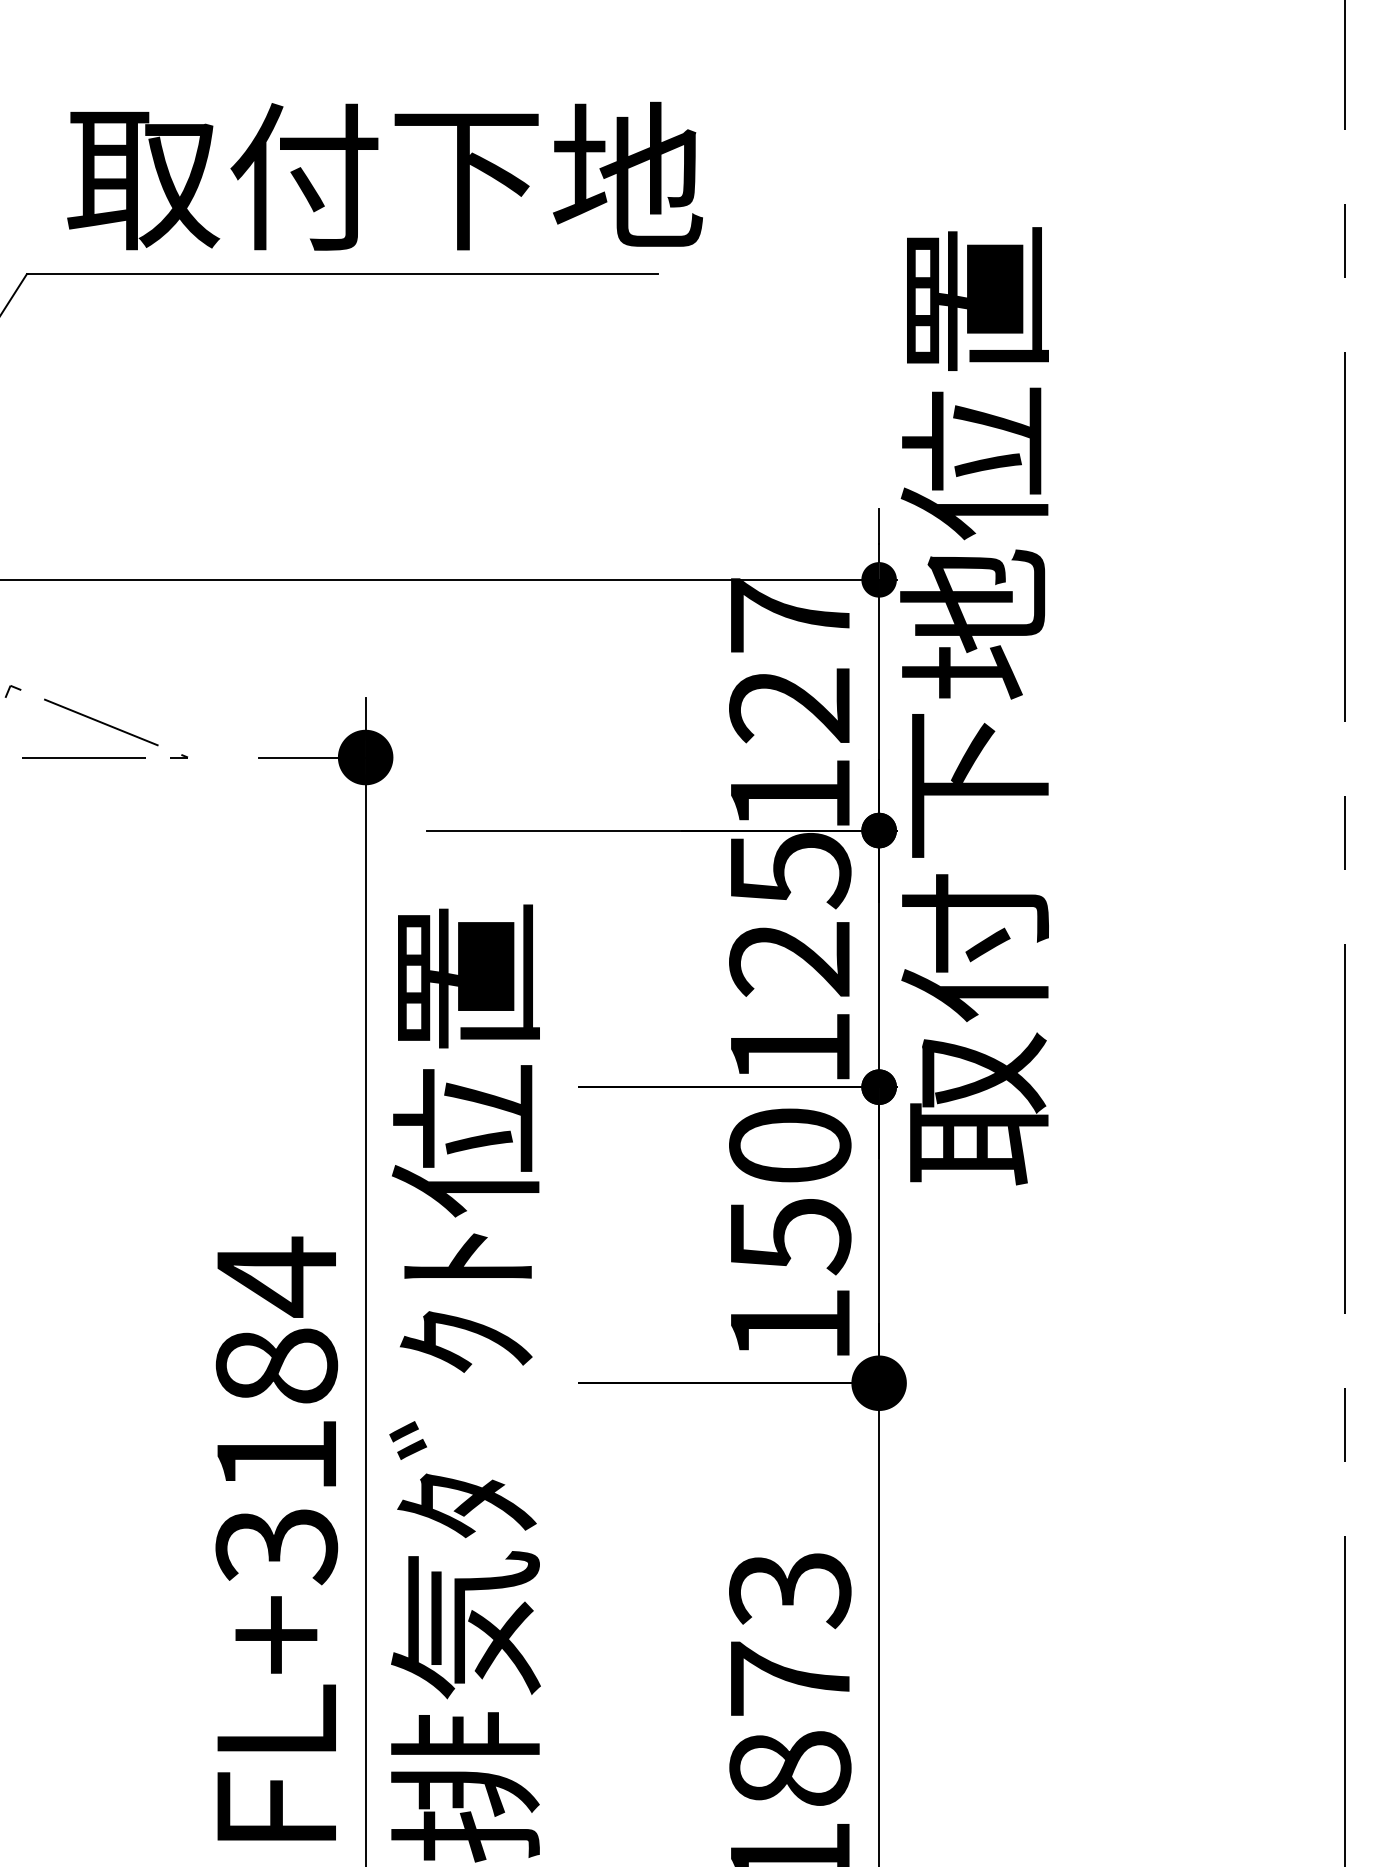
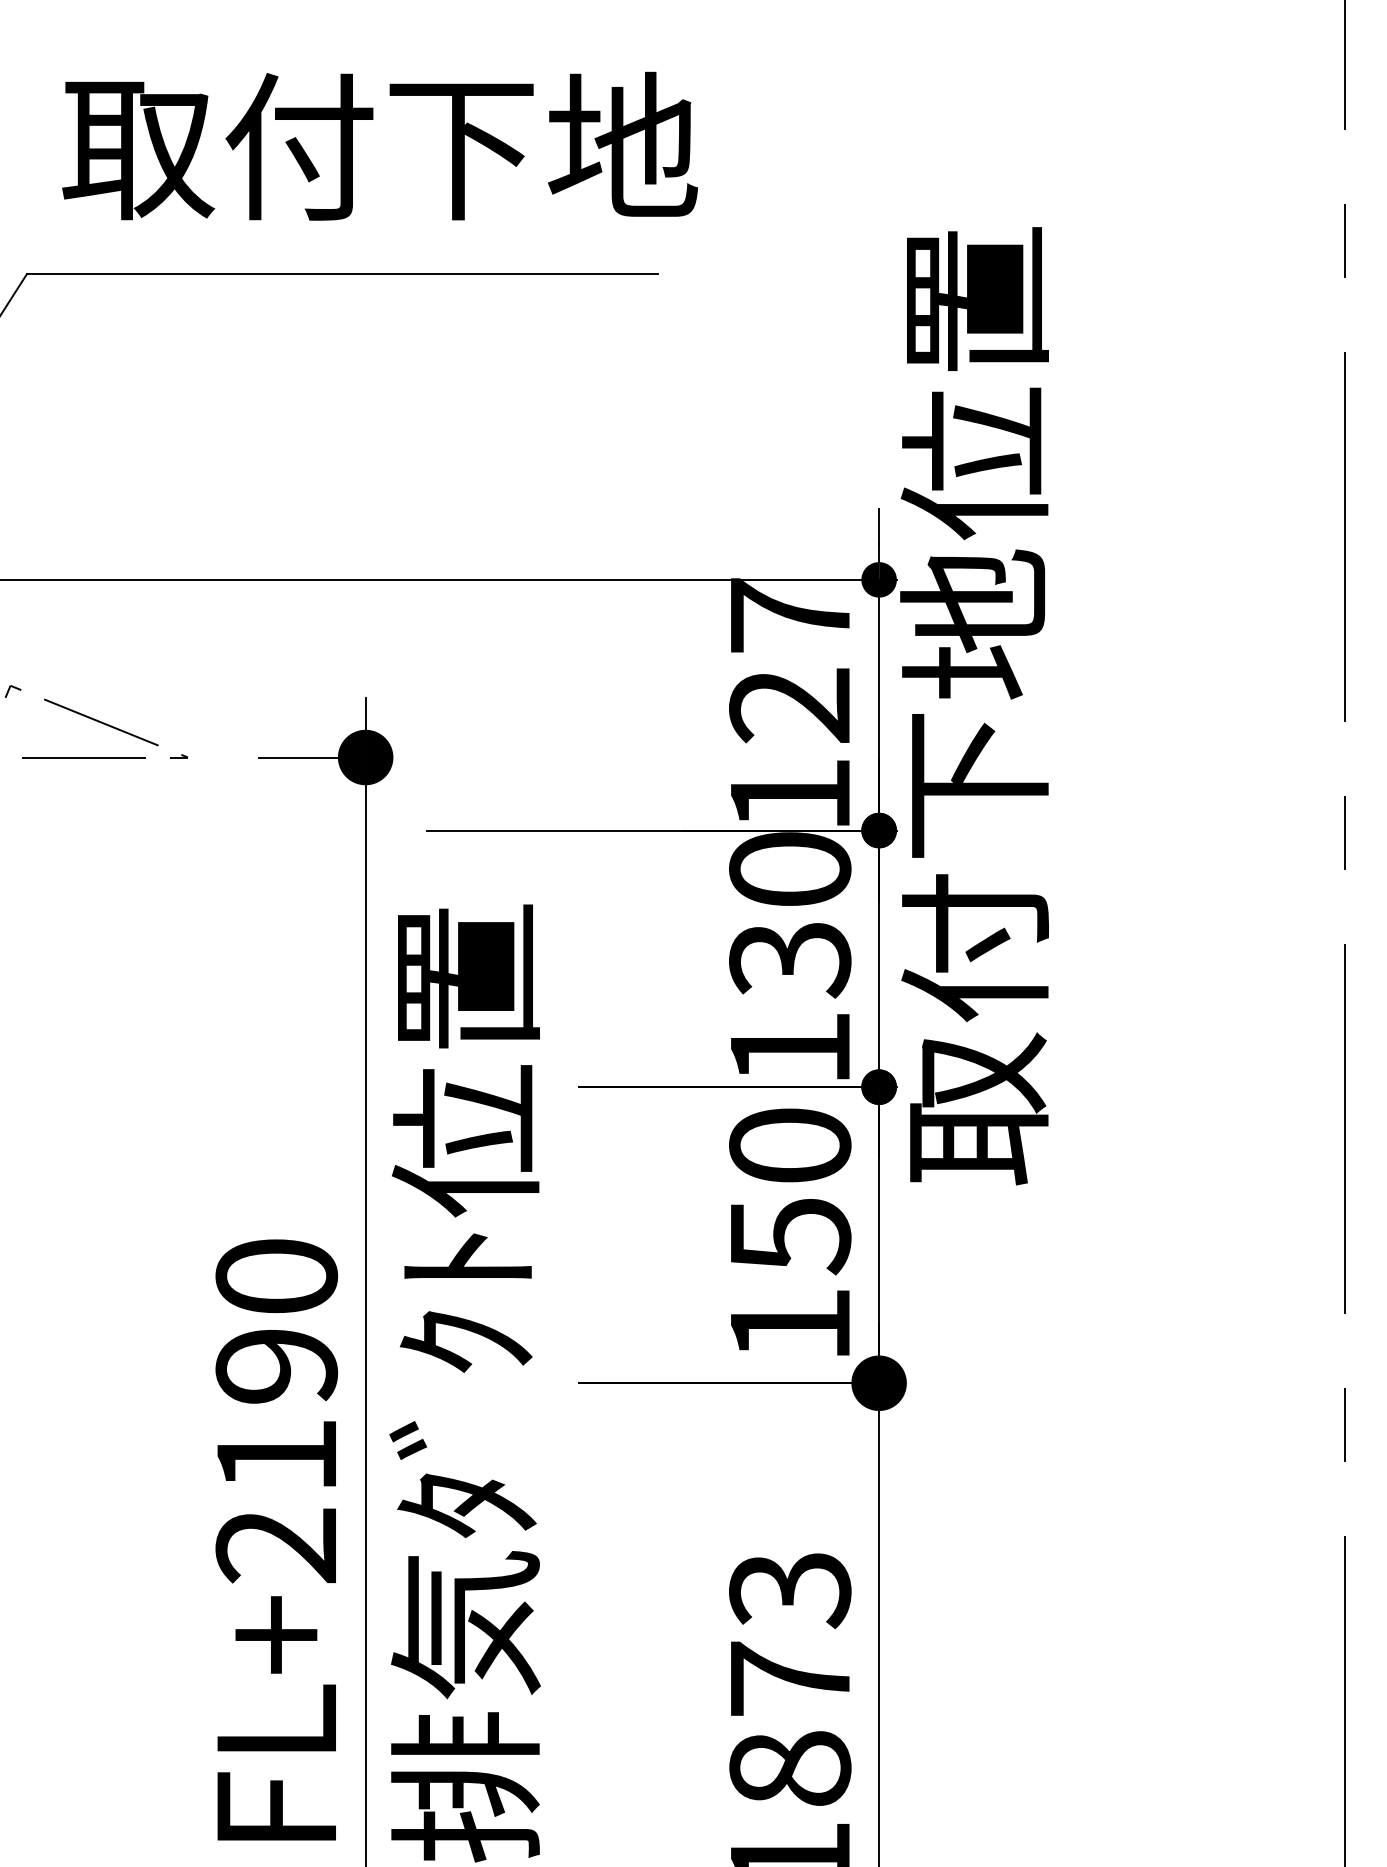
text at (384, 175) position: (384, 175) -> (379, 145)
text at (790, 915): 125 -> 130
text at (276, 1410): FL+3184 -> FL+2190
